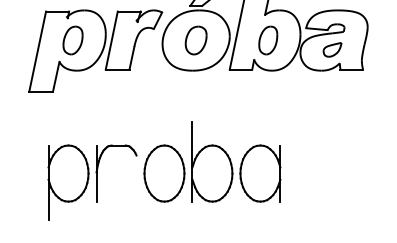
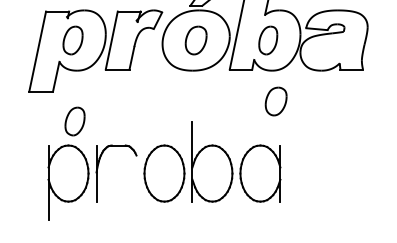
part at (332, 49): present -> none
part at (275, 101): none -> present
part at (74, 121): none -> present
